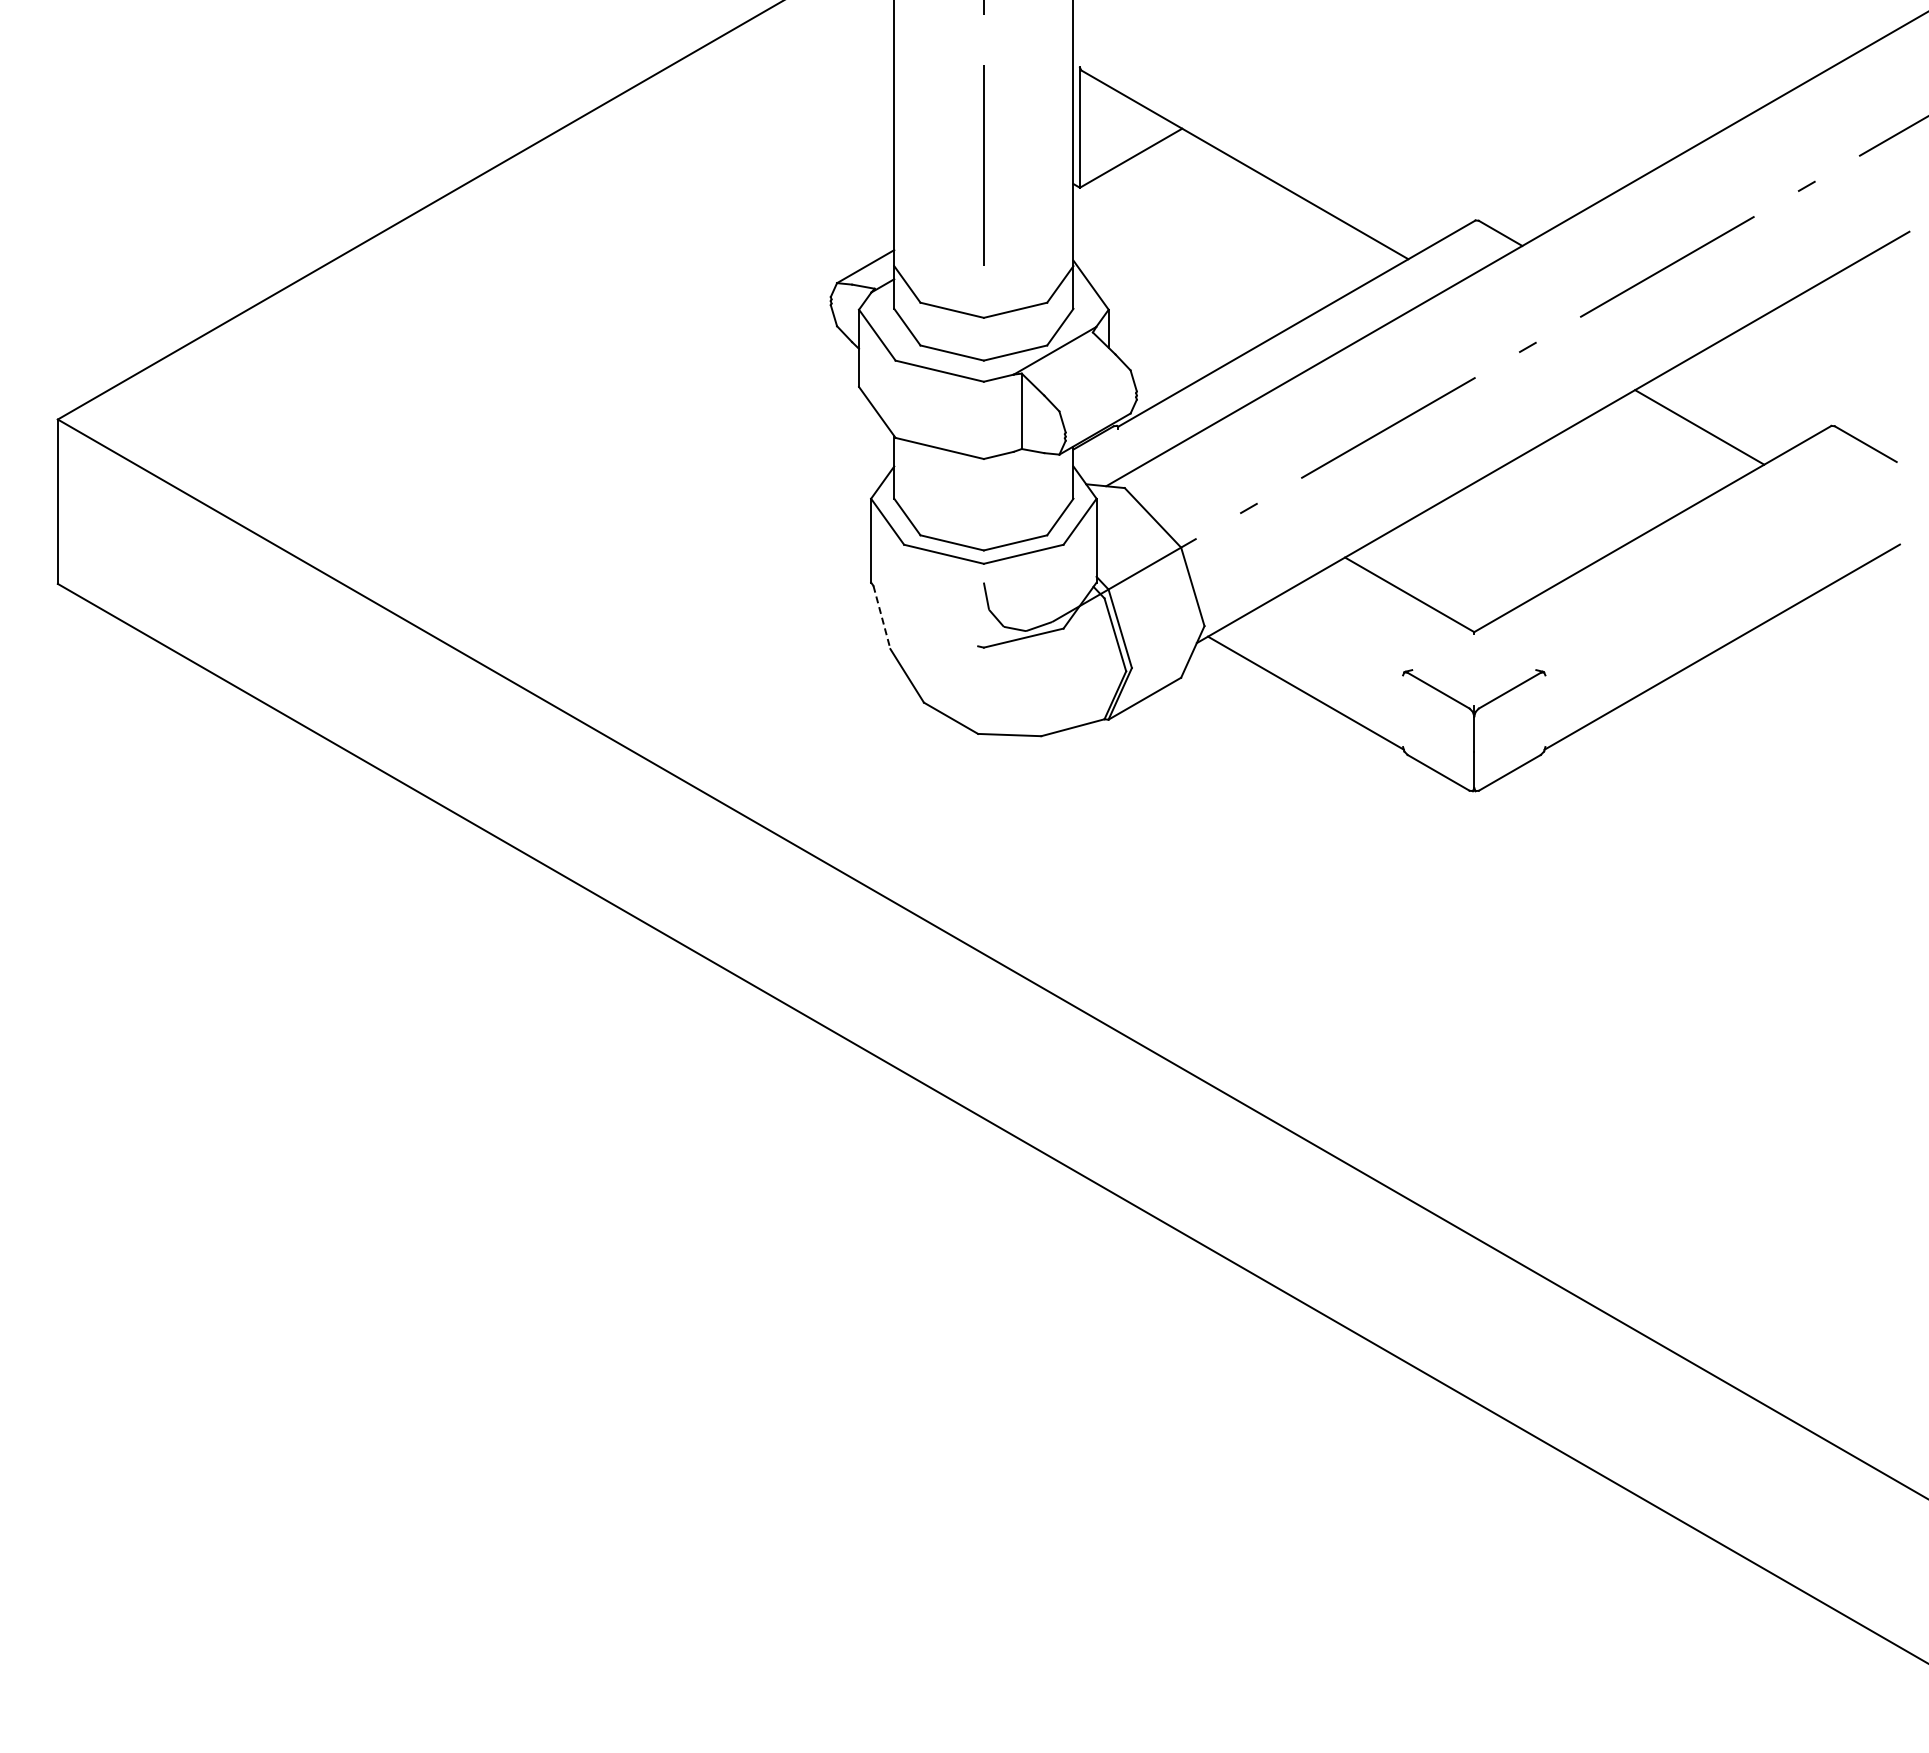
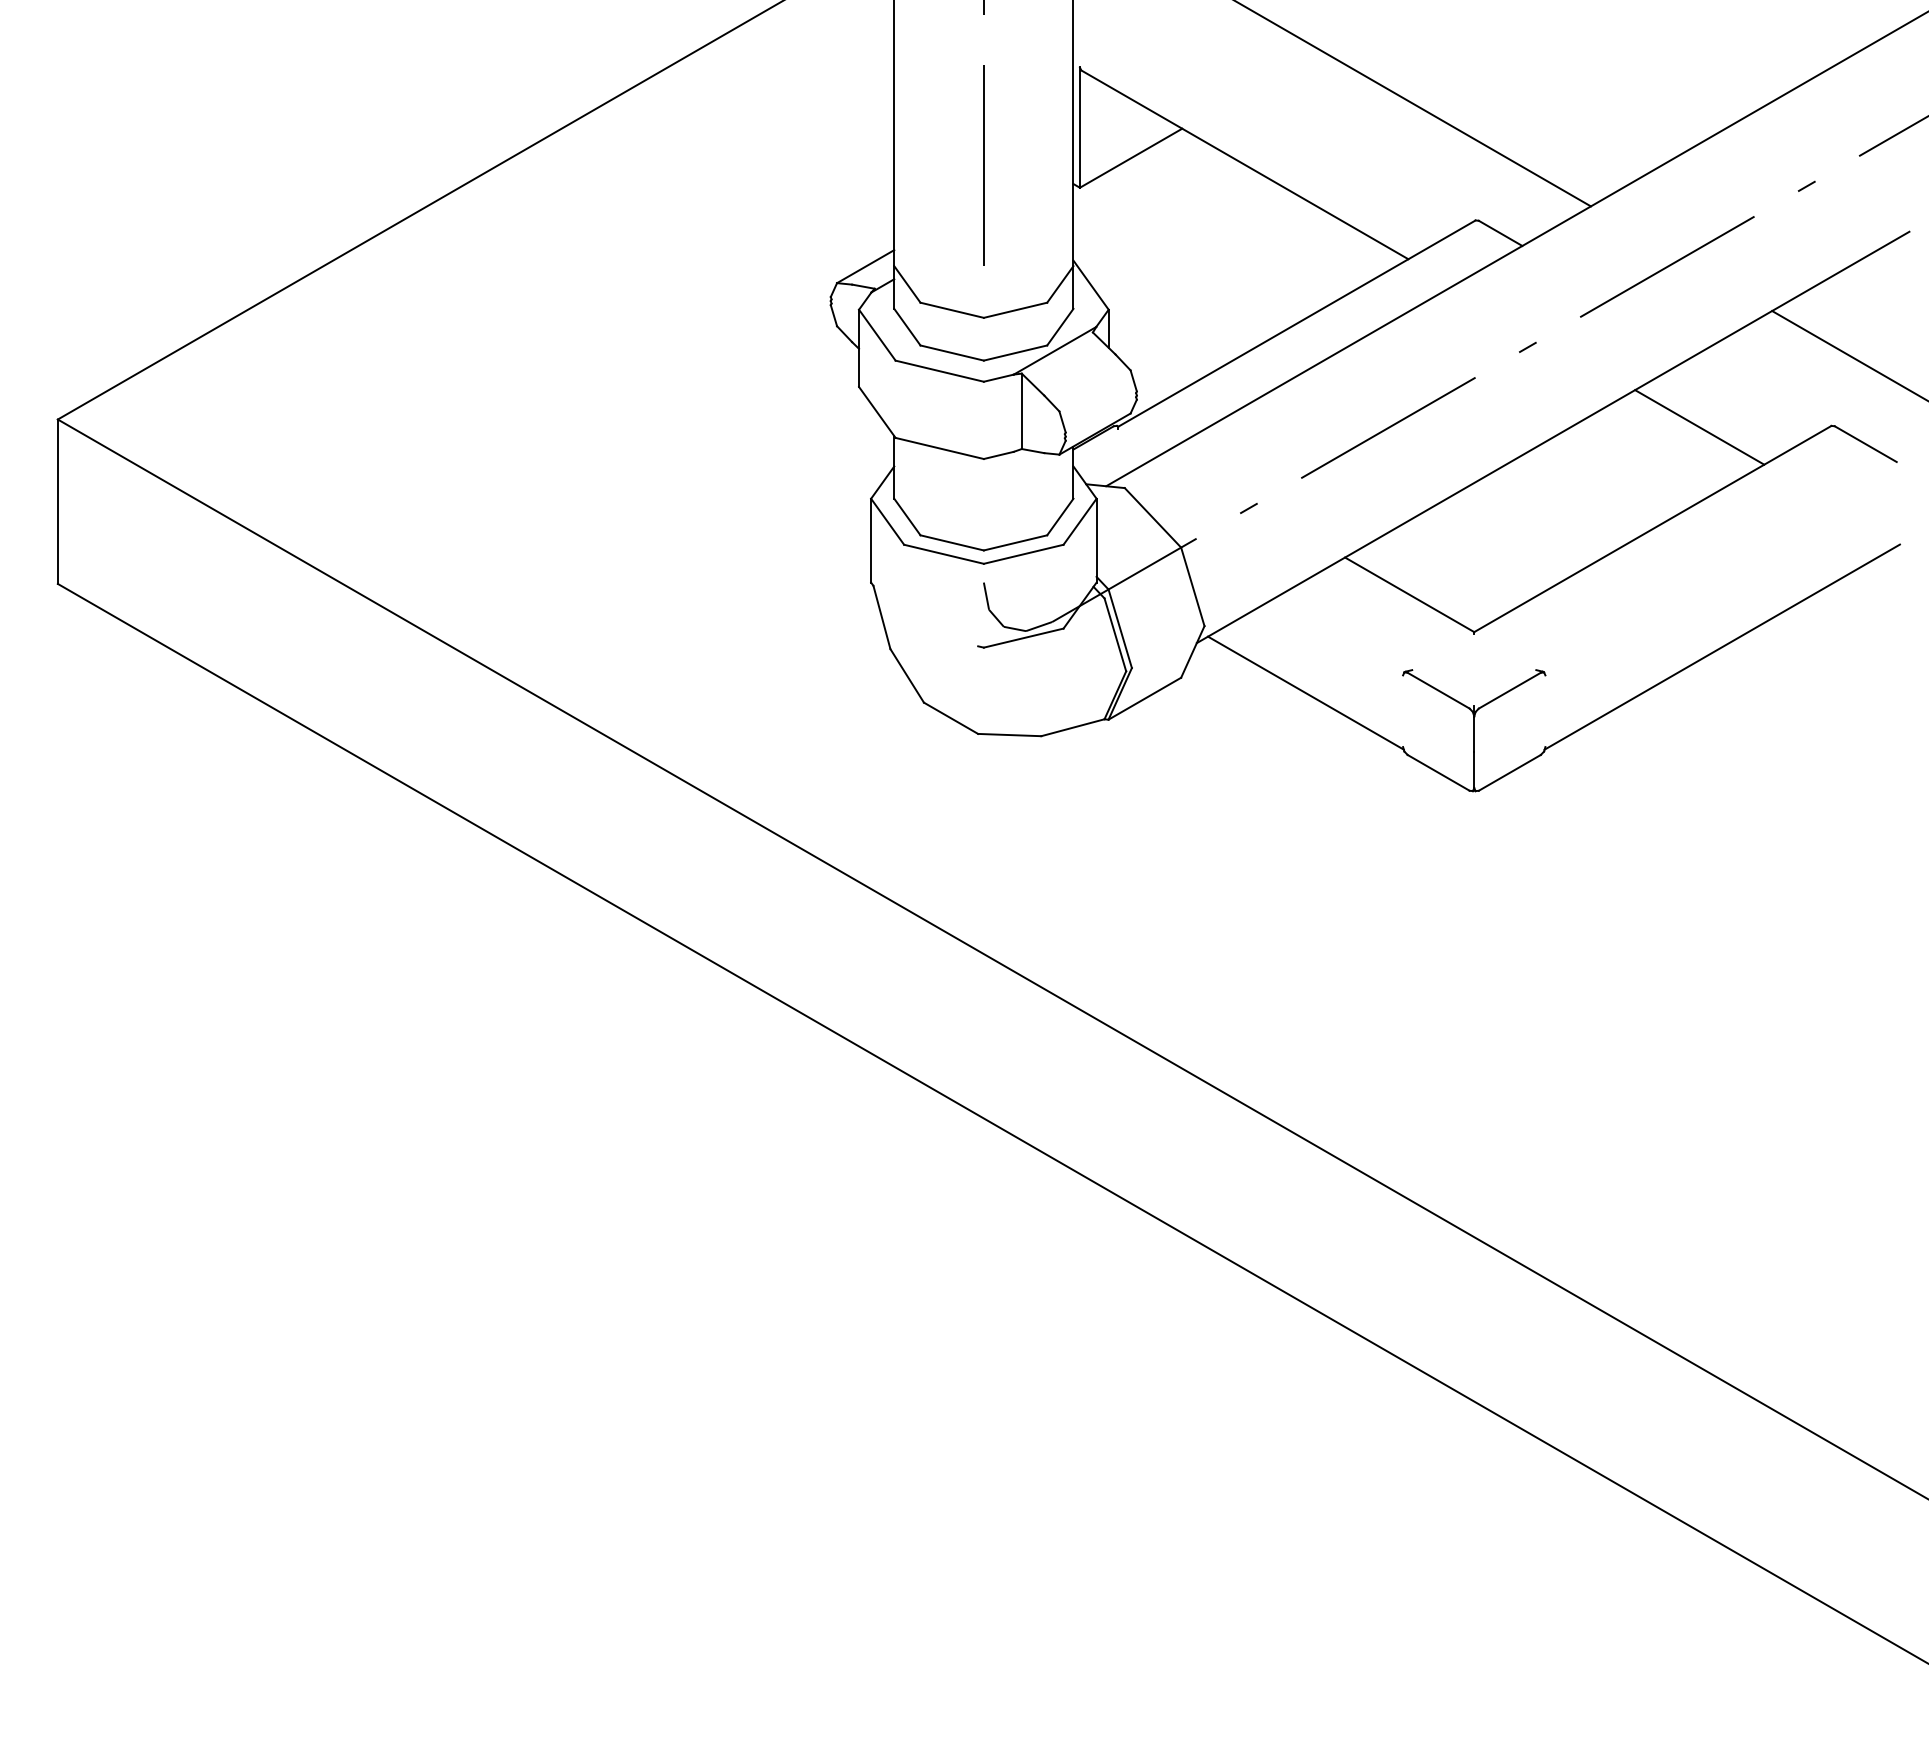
line at (1413, 104): none -> present
line at (1848, 355): none -> present
line at (881, 617): dashed -> solid
